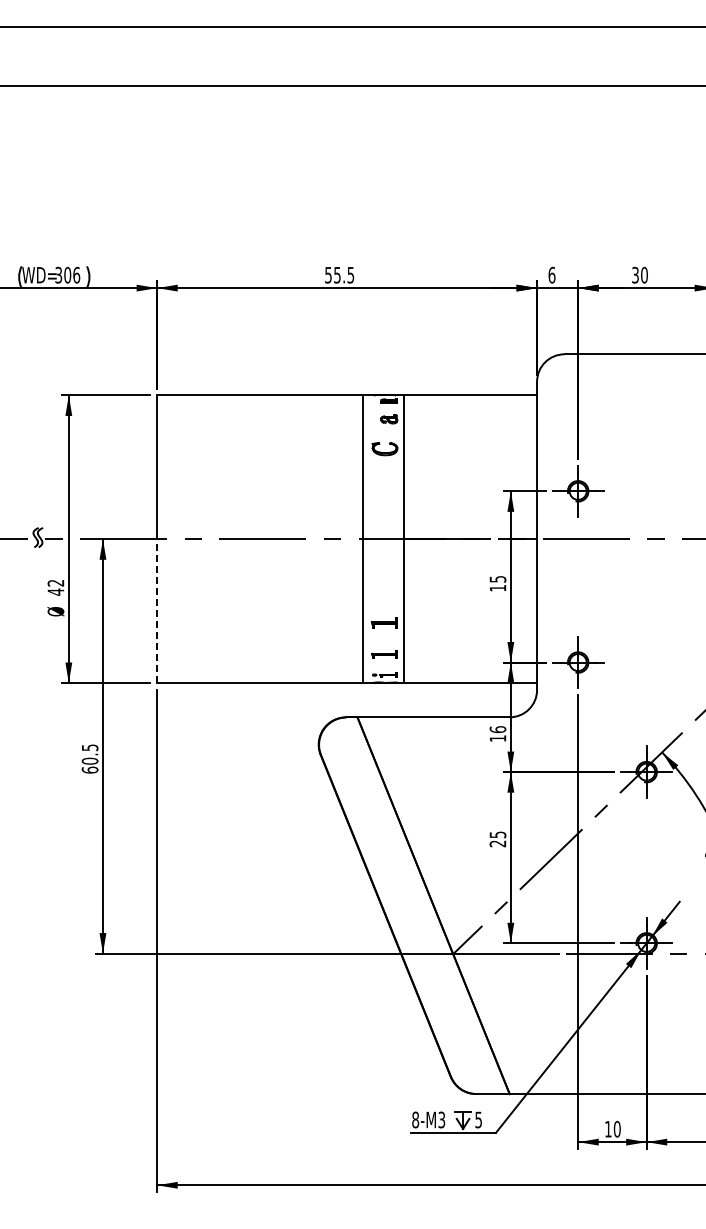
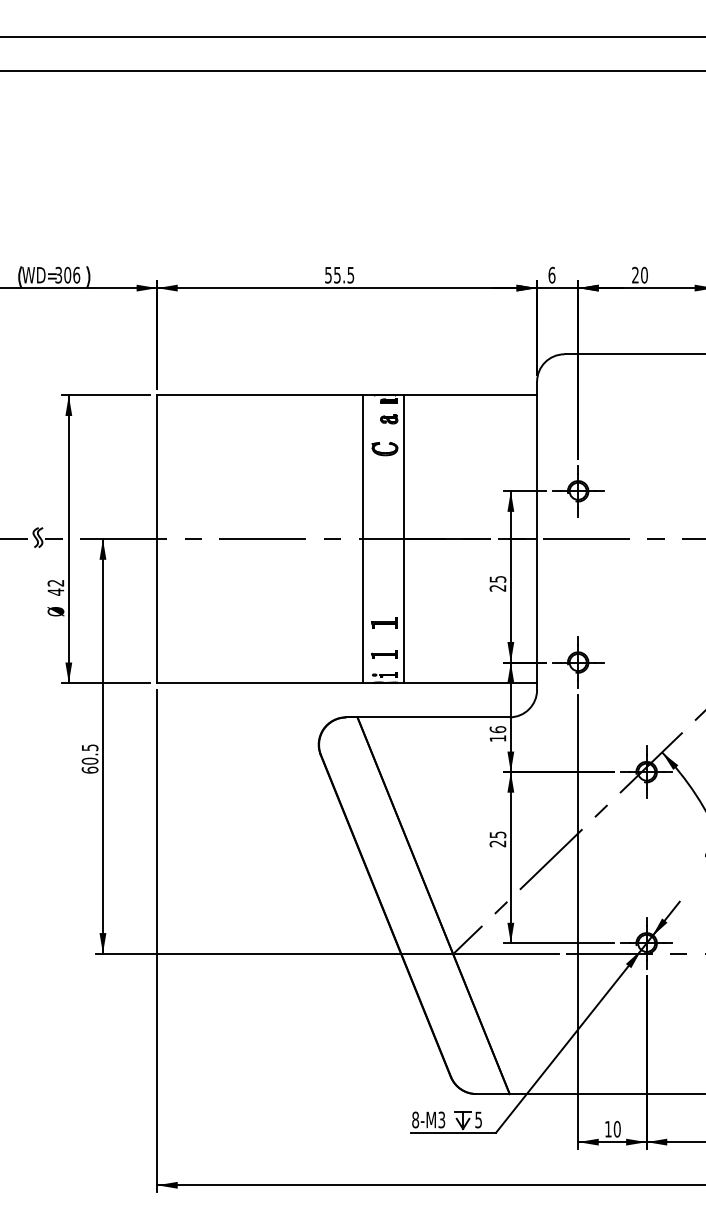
line at (352, 26) position: (352, 26) -> (352, 36)
line at (352, 86) position: (352, 86) -> (352, 71)
text at (635, 275): 30 -> 20
text at (497, 588): 15 -> 25
line at (157, 611): dashed -> solid
